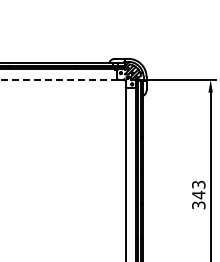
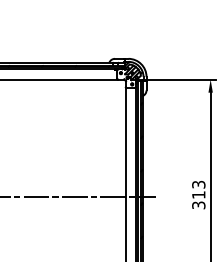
line at (59, 79): dashed -> solid
text at (198, 194): 343 -> 313
line at (78, 197): none -> present
